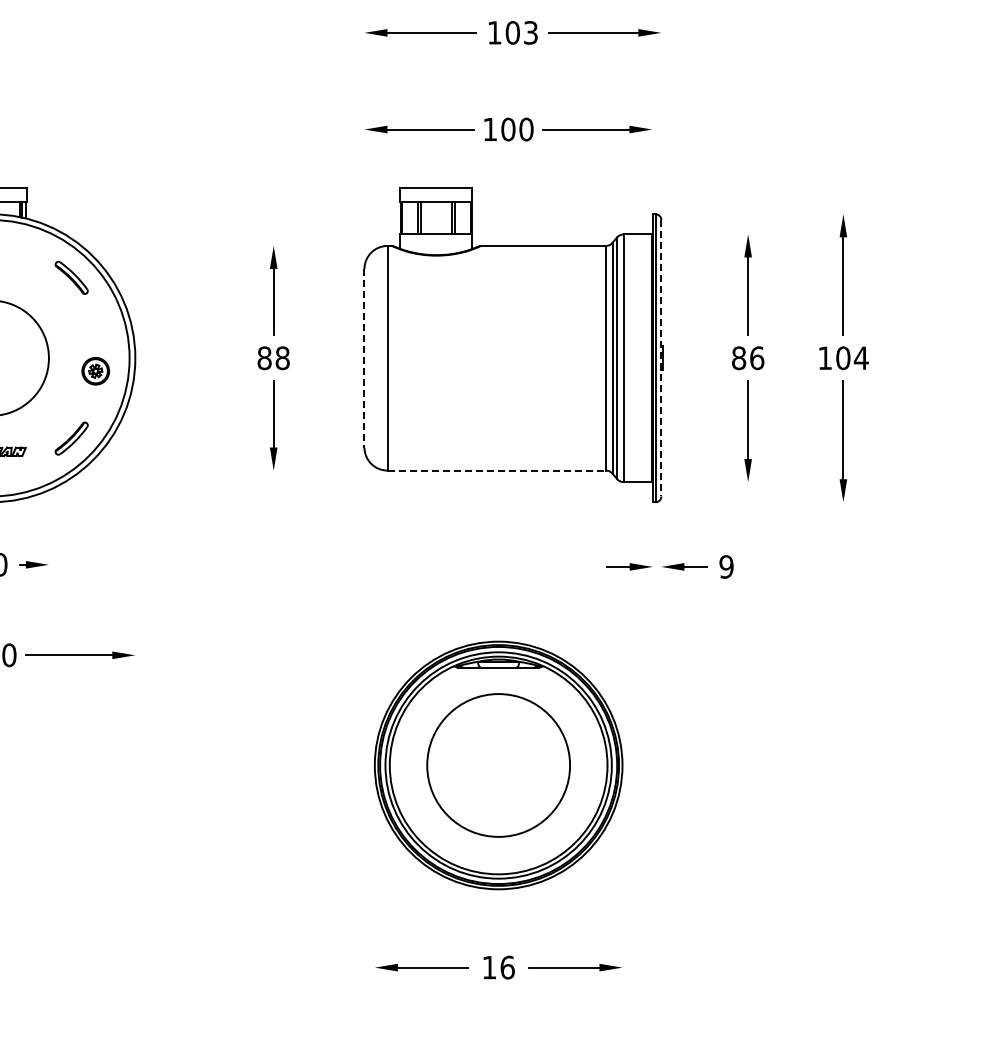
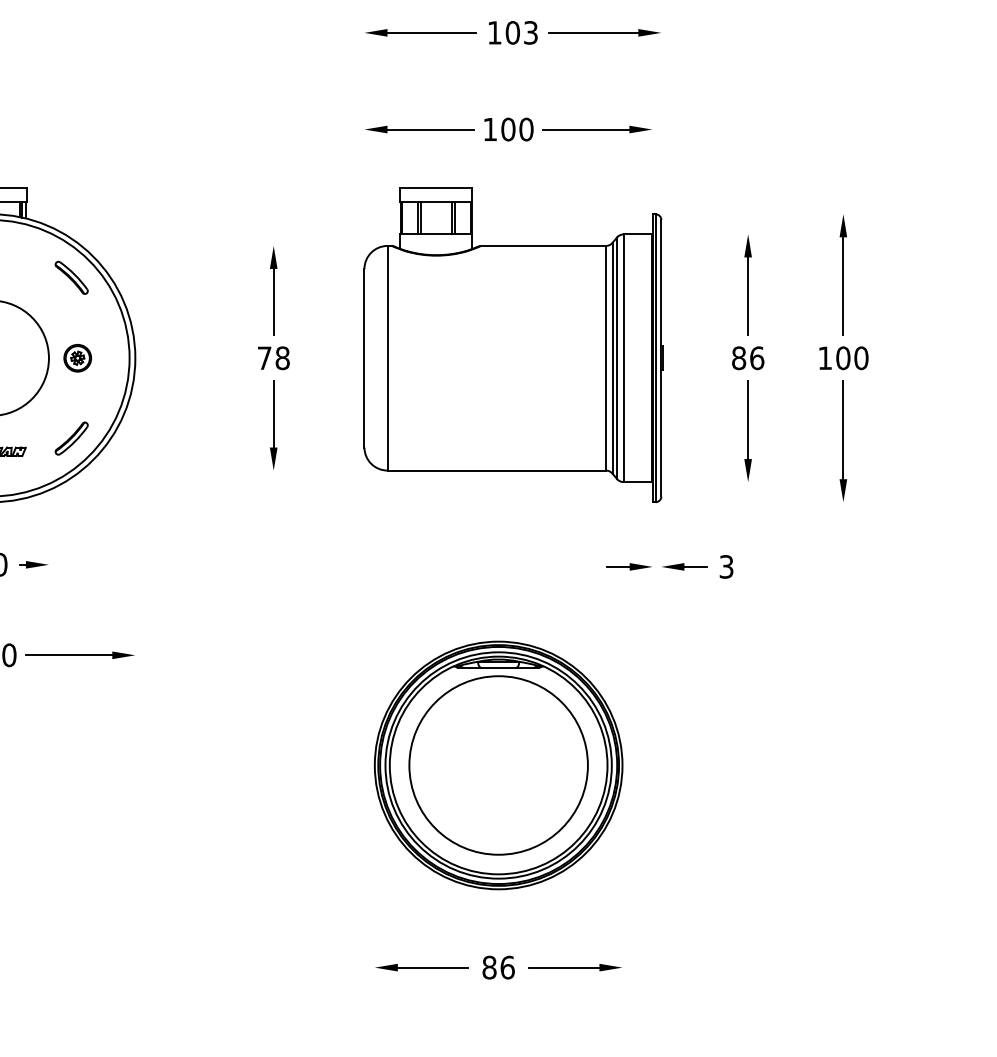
text at (264, 358): 88 -> 78
line at (364, 358): dashed -> solid
line at (661, 358): dashed -> solid
text at (860, 358): 104 -> 100
part at (95, 371) position: (95, 371) -> (77, 358)
line at (497, 470): dashed -> solid
text at (726, 566): 9 -> 3
circle at (498, 765) diameter: 143 px -> 179 px
text at (489, 967): 16 -> 86
